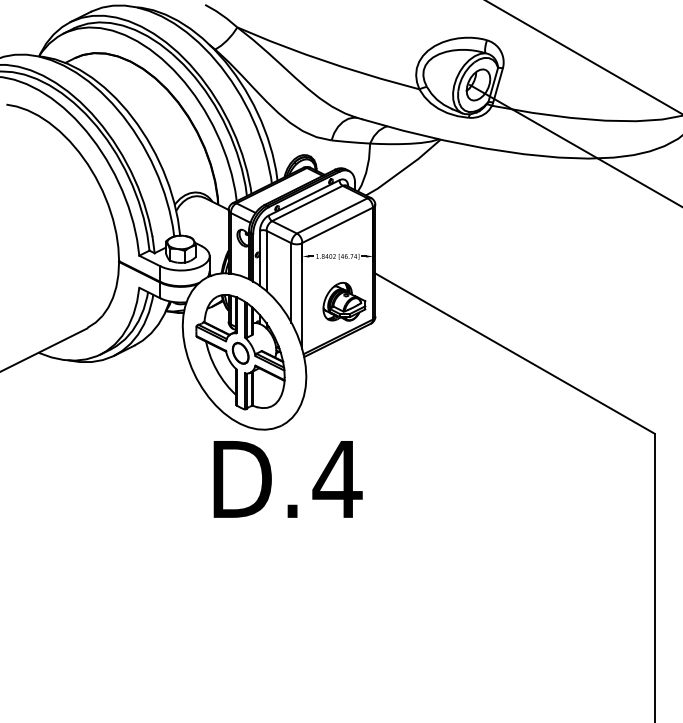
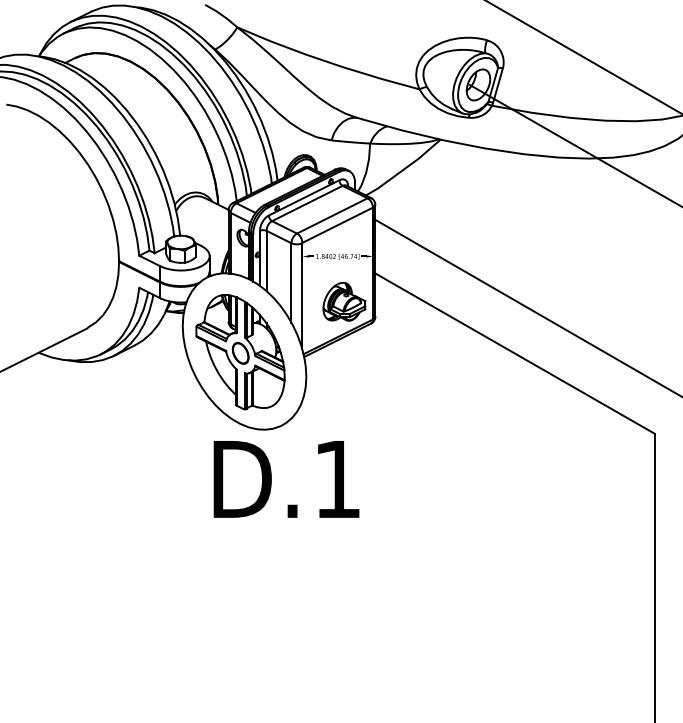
line at (527, 307): none -> present
text at (337, 479): D.4 -> D.1
